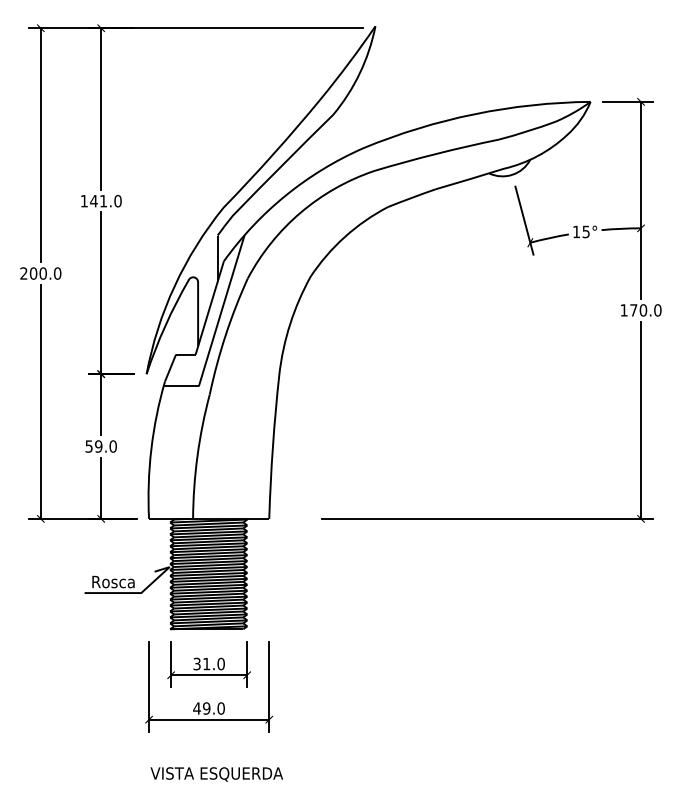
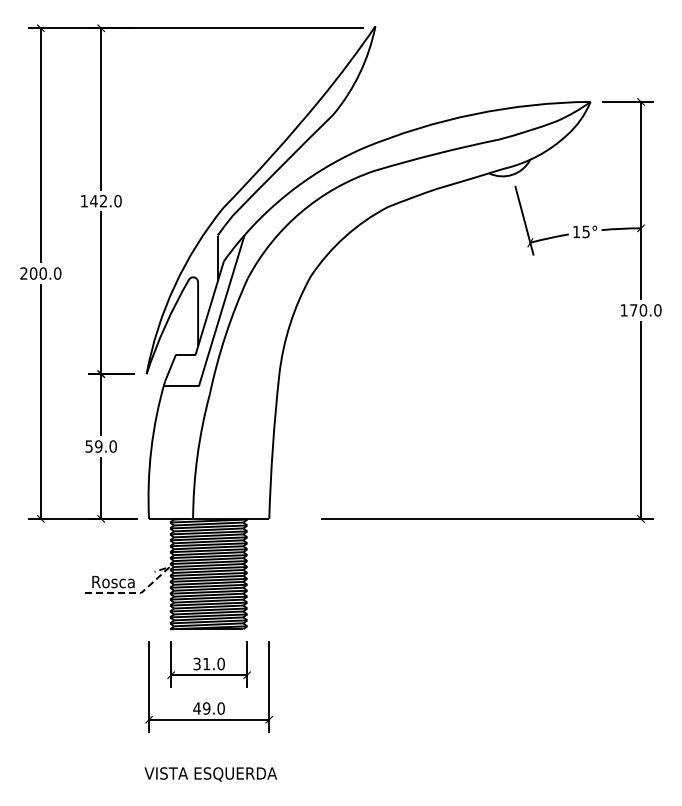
text at (103, 200): 141.0 -> 142.0
line at (141, 593): solid -> dashed
text at (216, 774) position: (216, 774) -> (210, 774)
